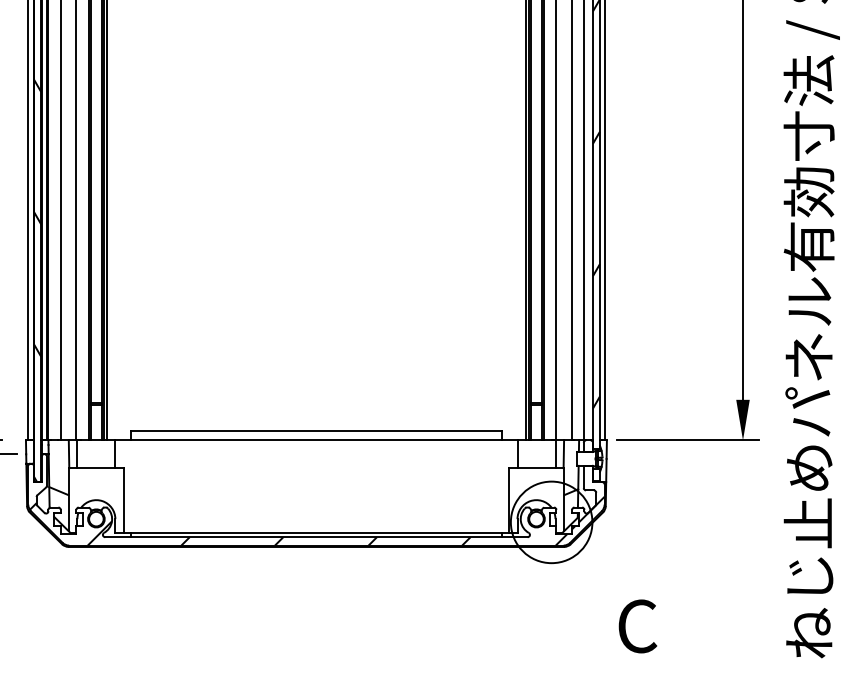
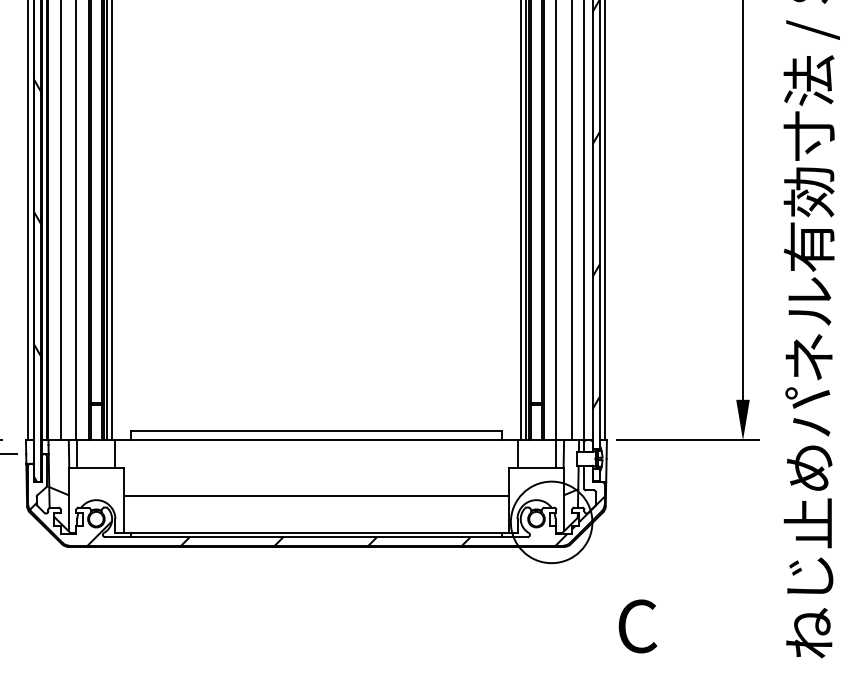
line at (112, 221): none -> present
line at (520, 221): none -> present
line at (316, 495): none -> present
